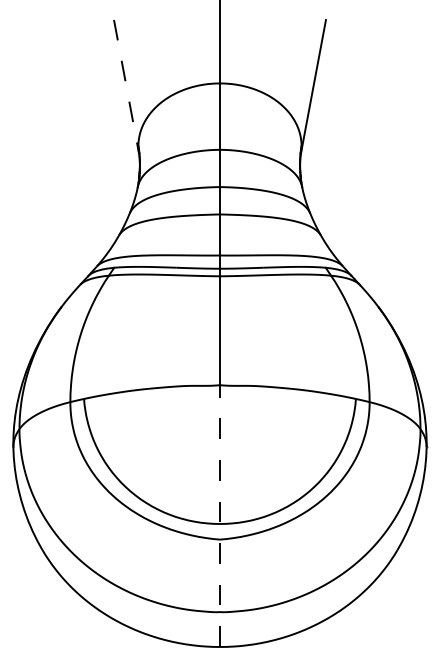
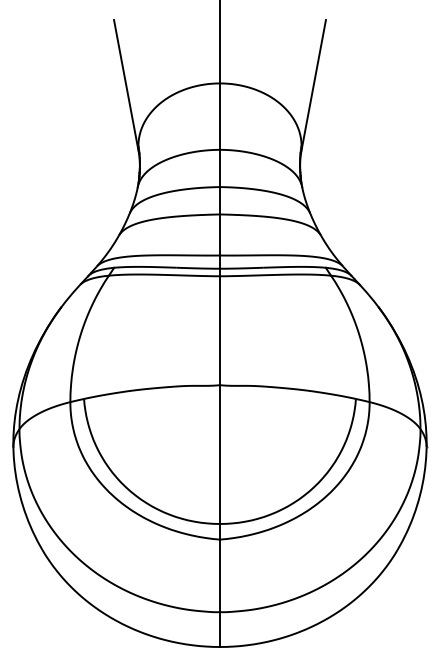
line at (126, 87): dashed -> solid
line at (220, 516): dashed -> solid
